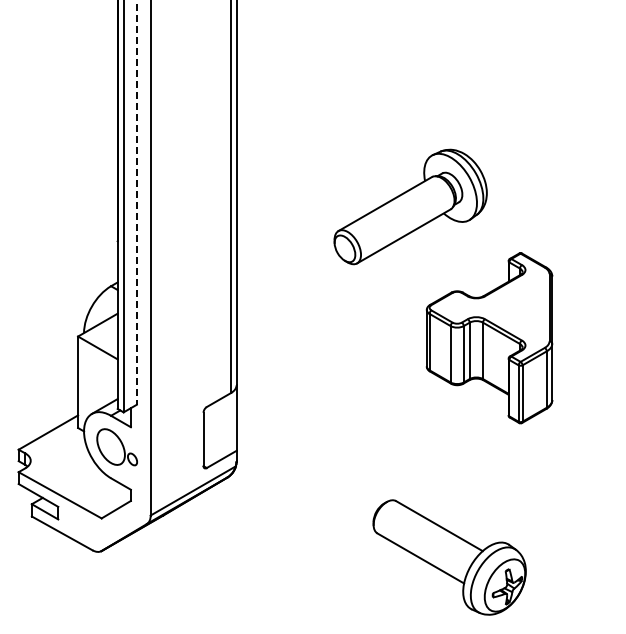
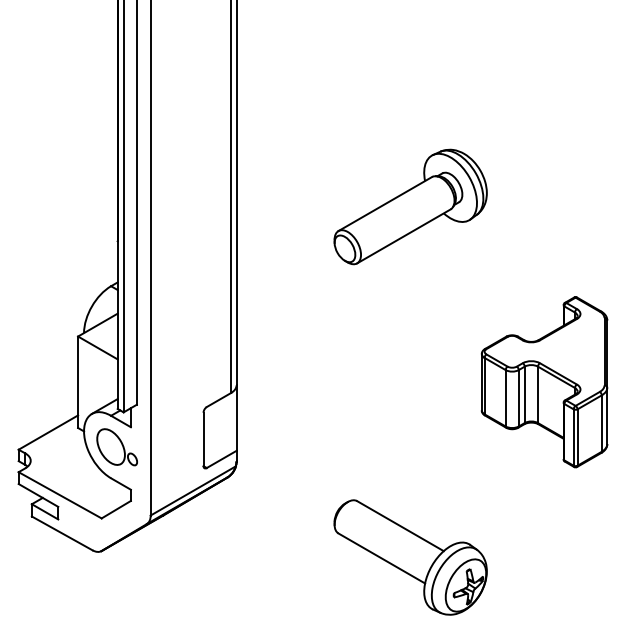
line at (136, 202): dashed -> solid
part at (489, 338) position: (489, 338) -> (544, 382)
part at (449, 557) position: (449, 557) -> (410, 557)
